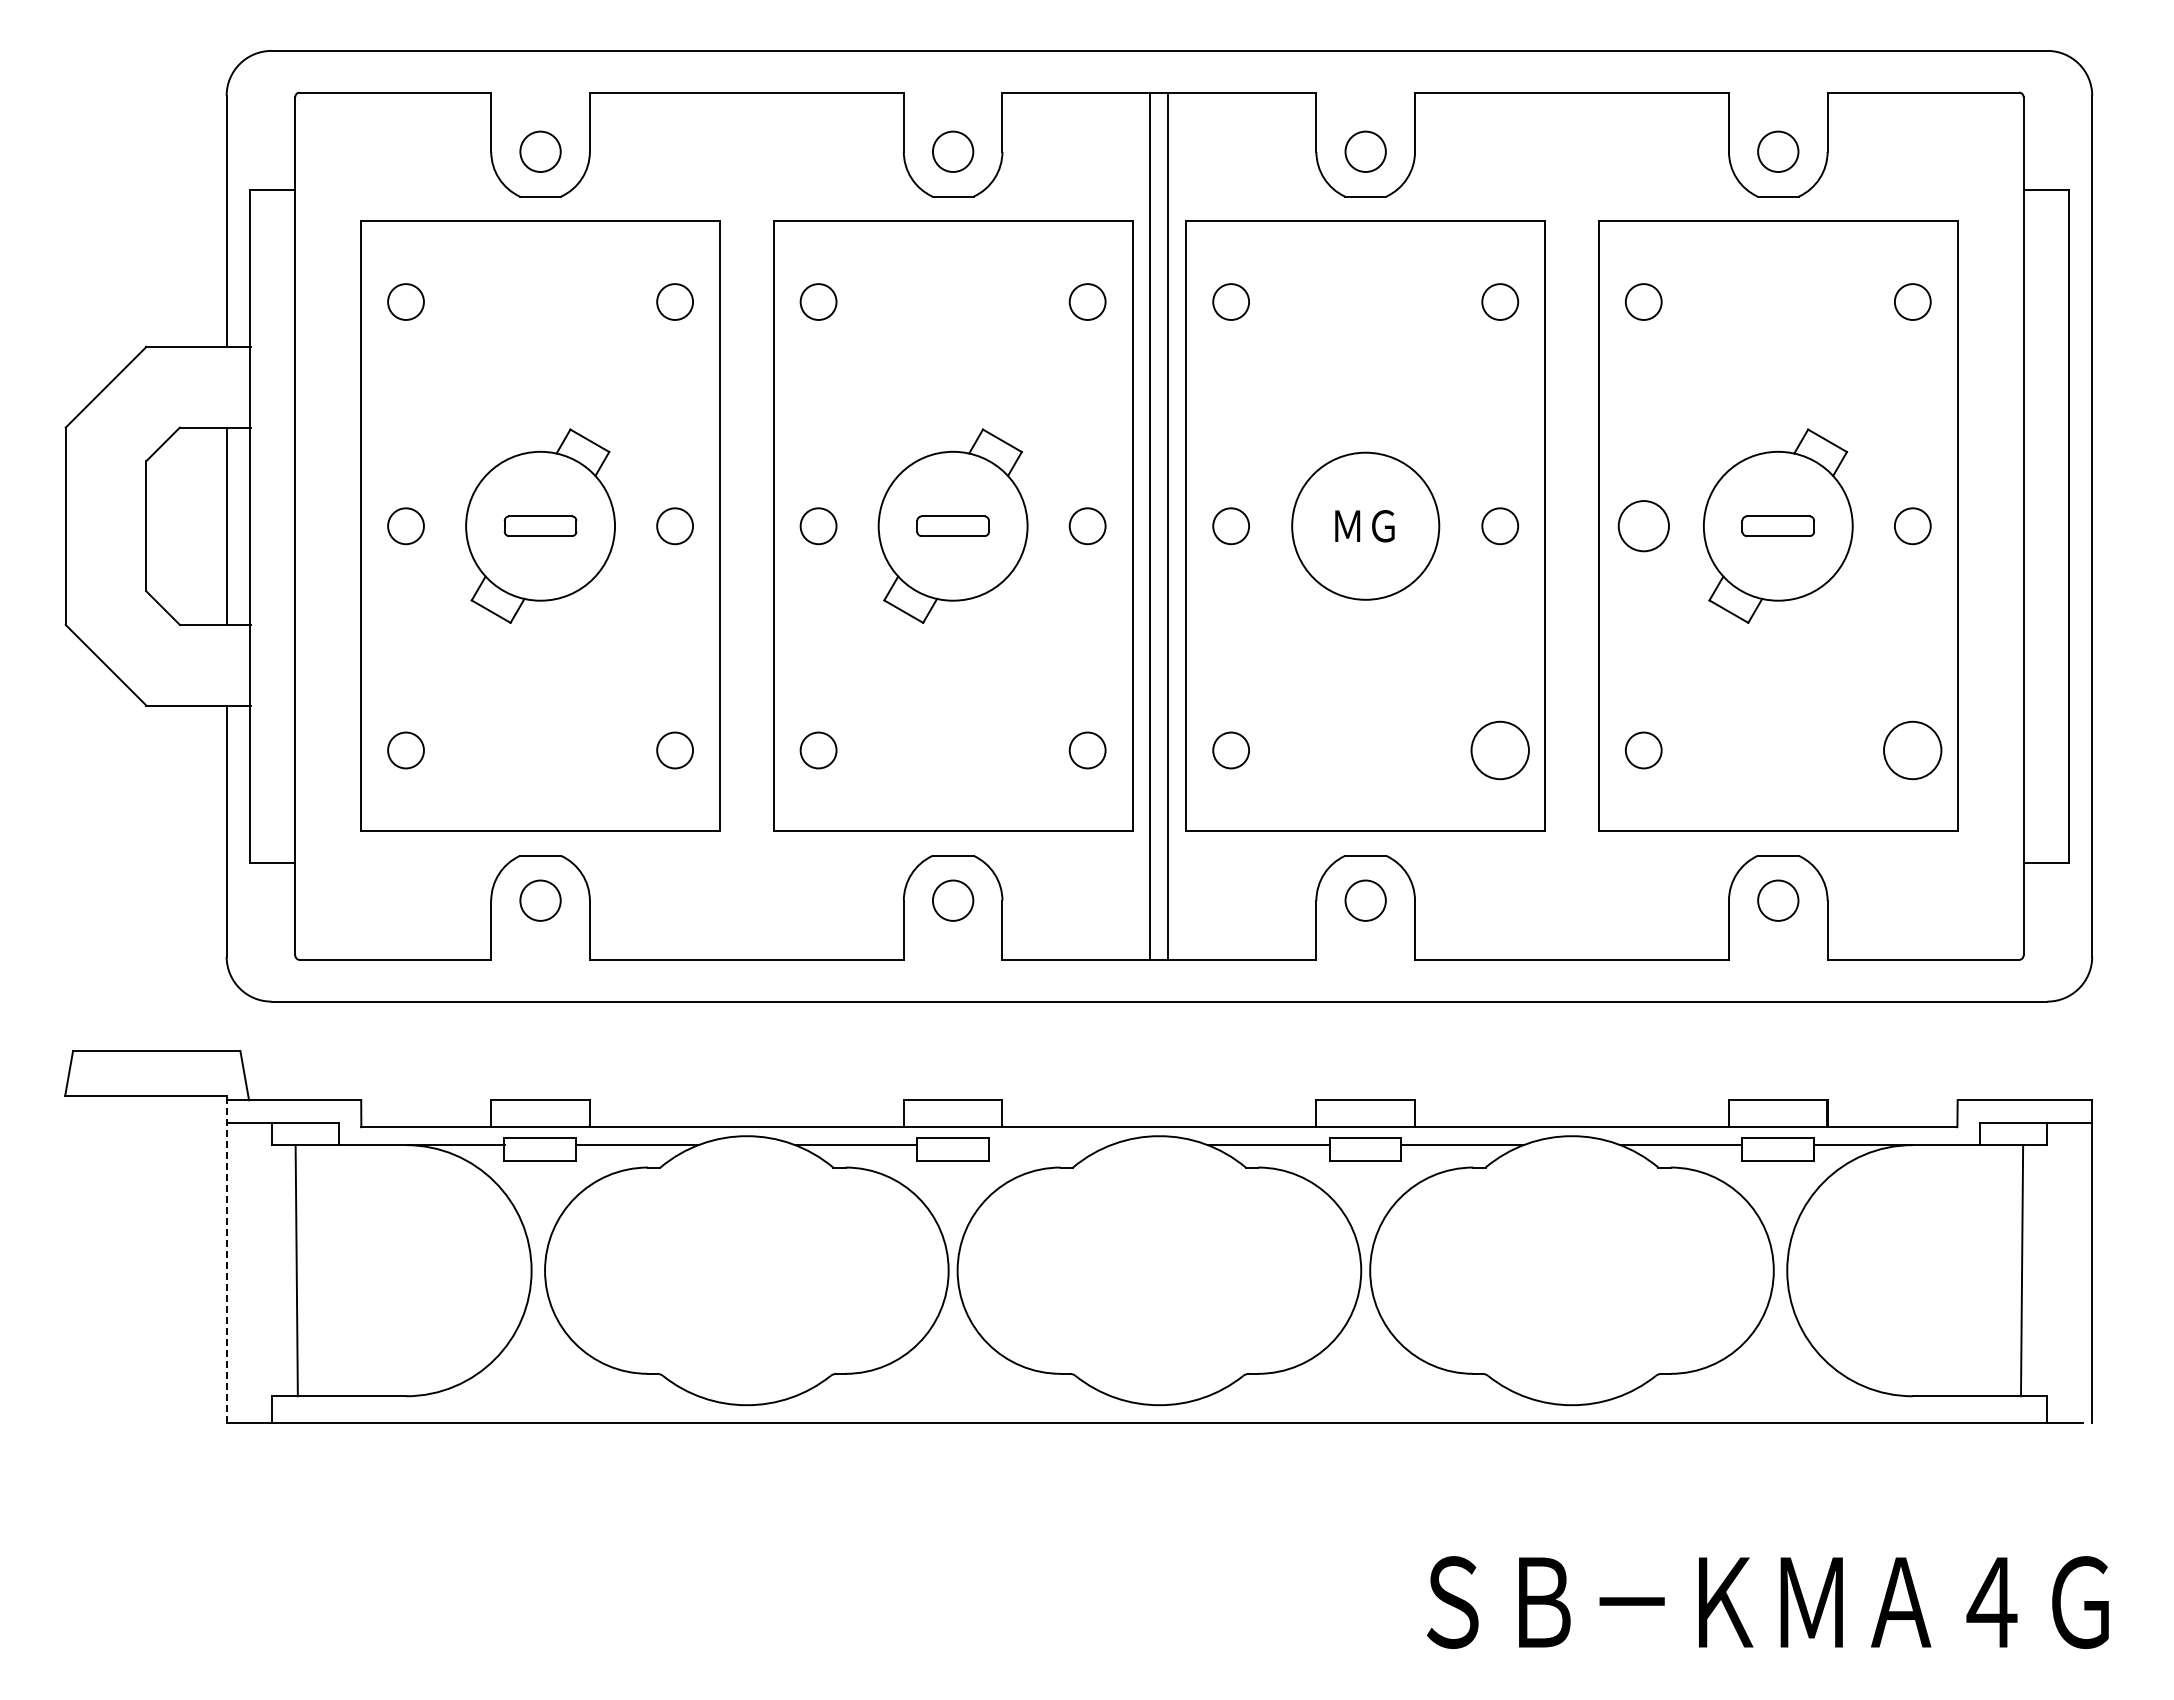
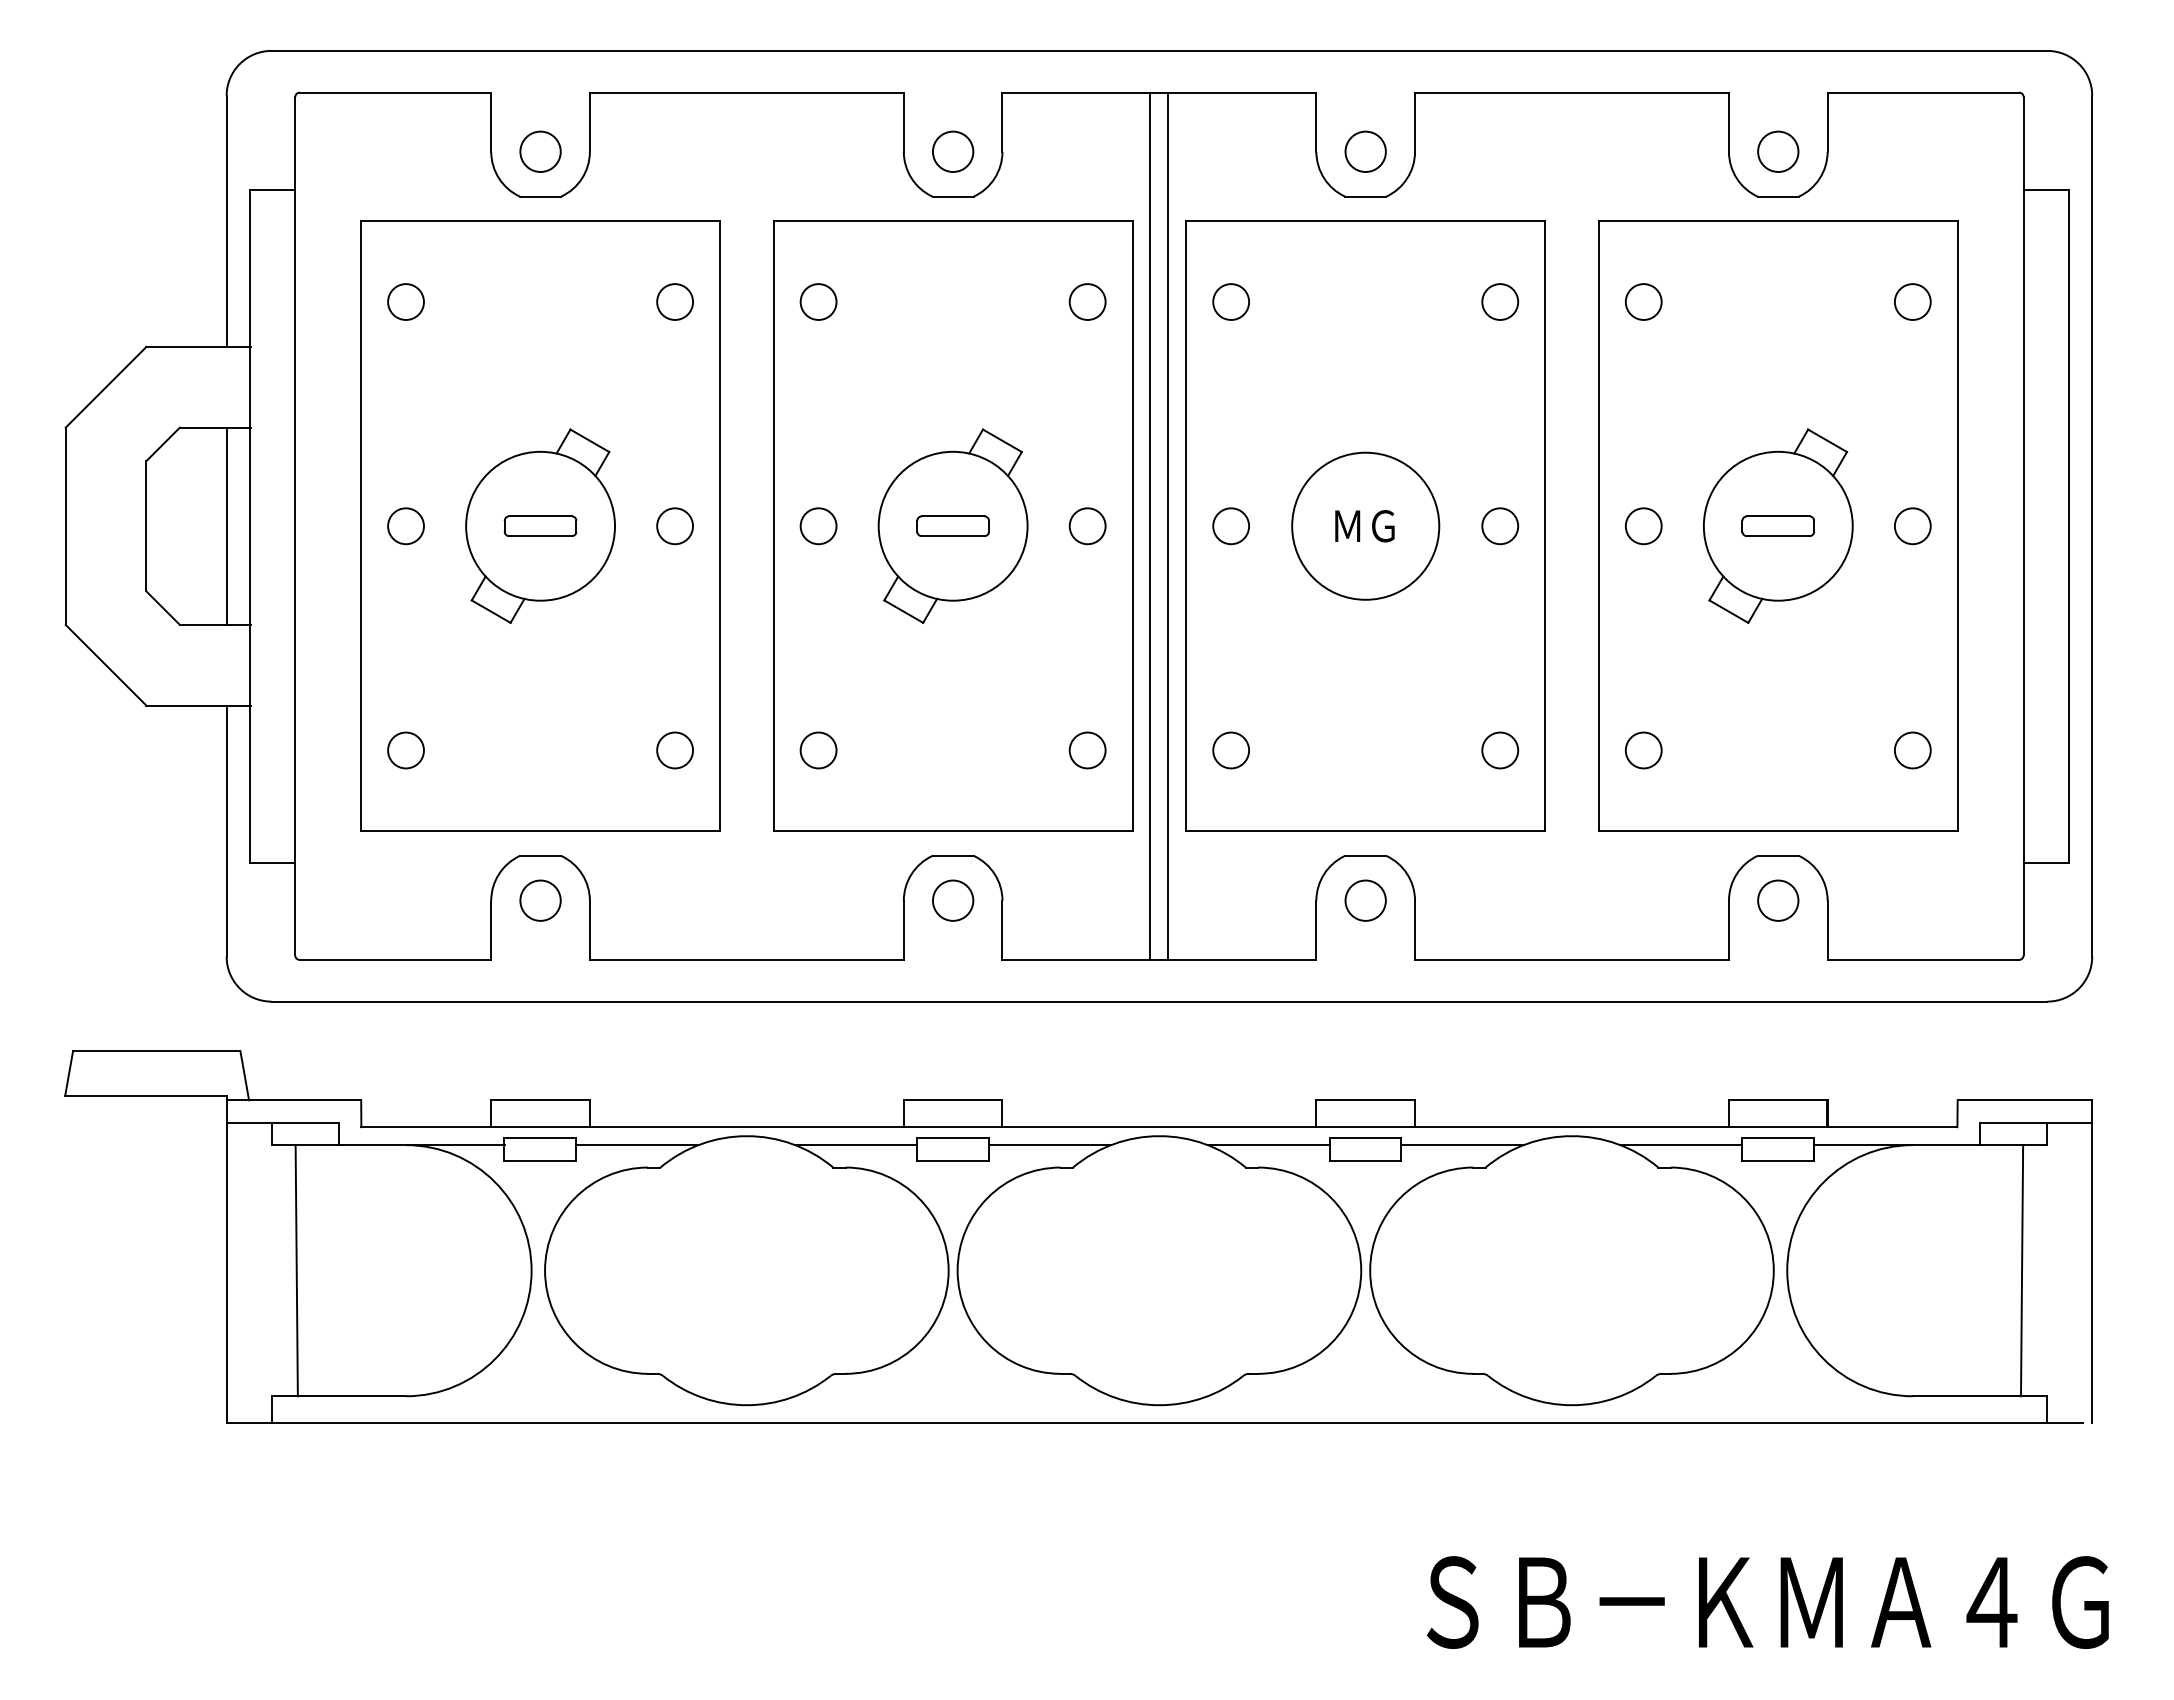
circle at (1643, 526) size: 53x53 px -> 39x39 px
circle at (1499, 750) diameter: 57 px -> 36 px
circle at (1912, 750) size: 60x61 px -> 38x39 px
line at (1050, 1145): none -> present
line at (226, 1259): dashed -> solid
